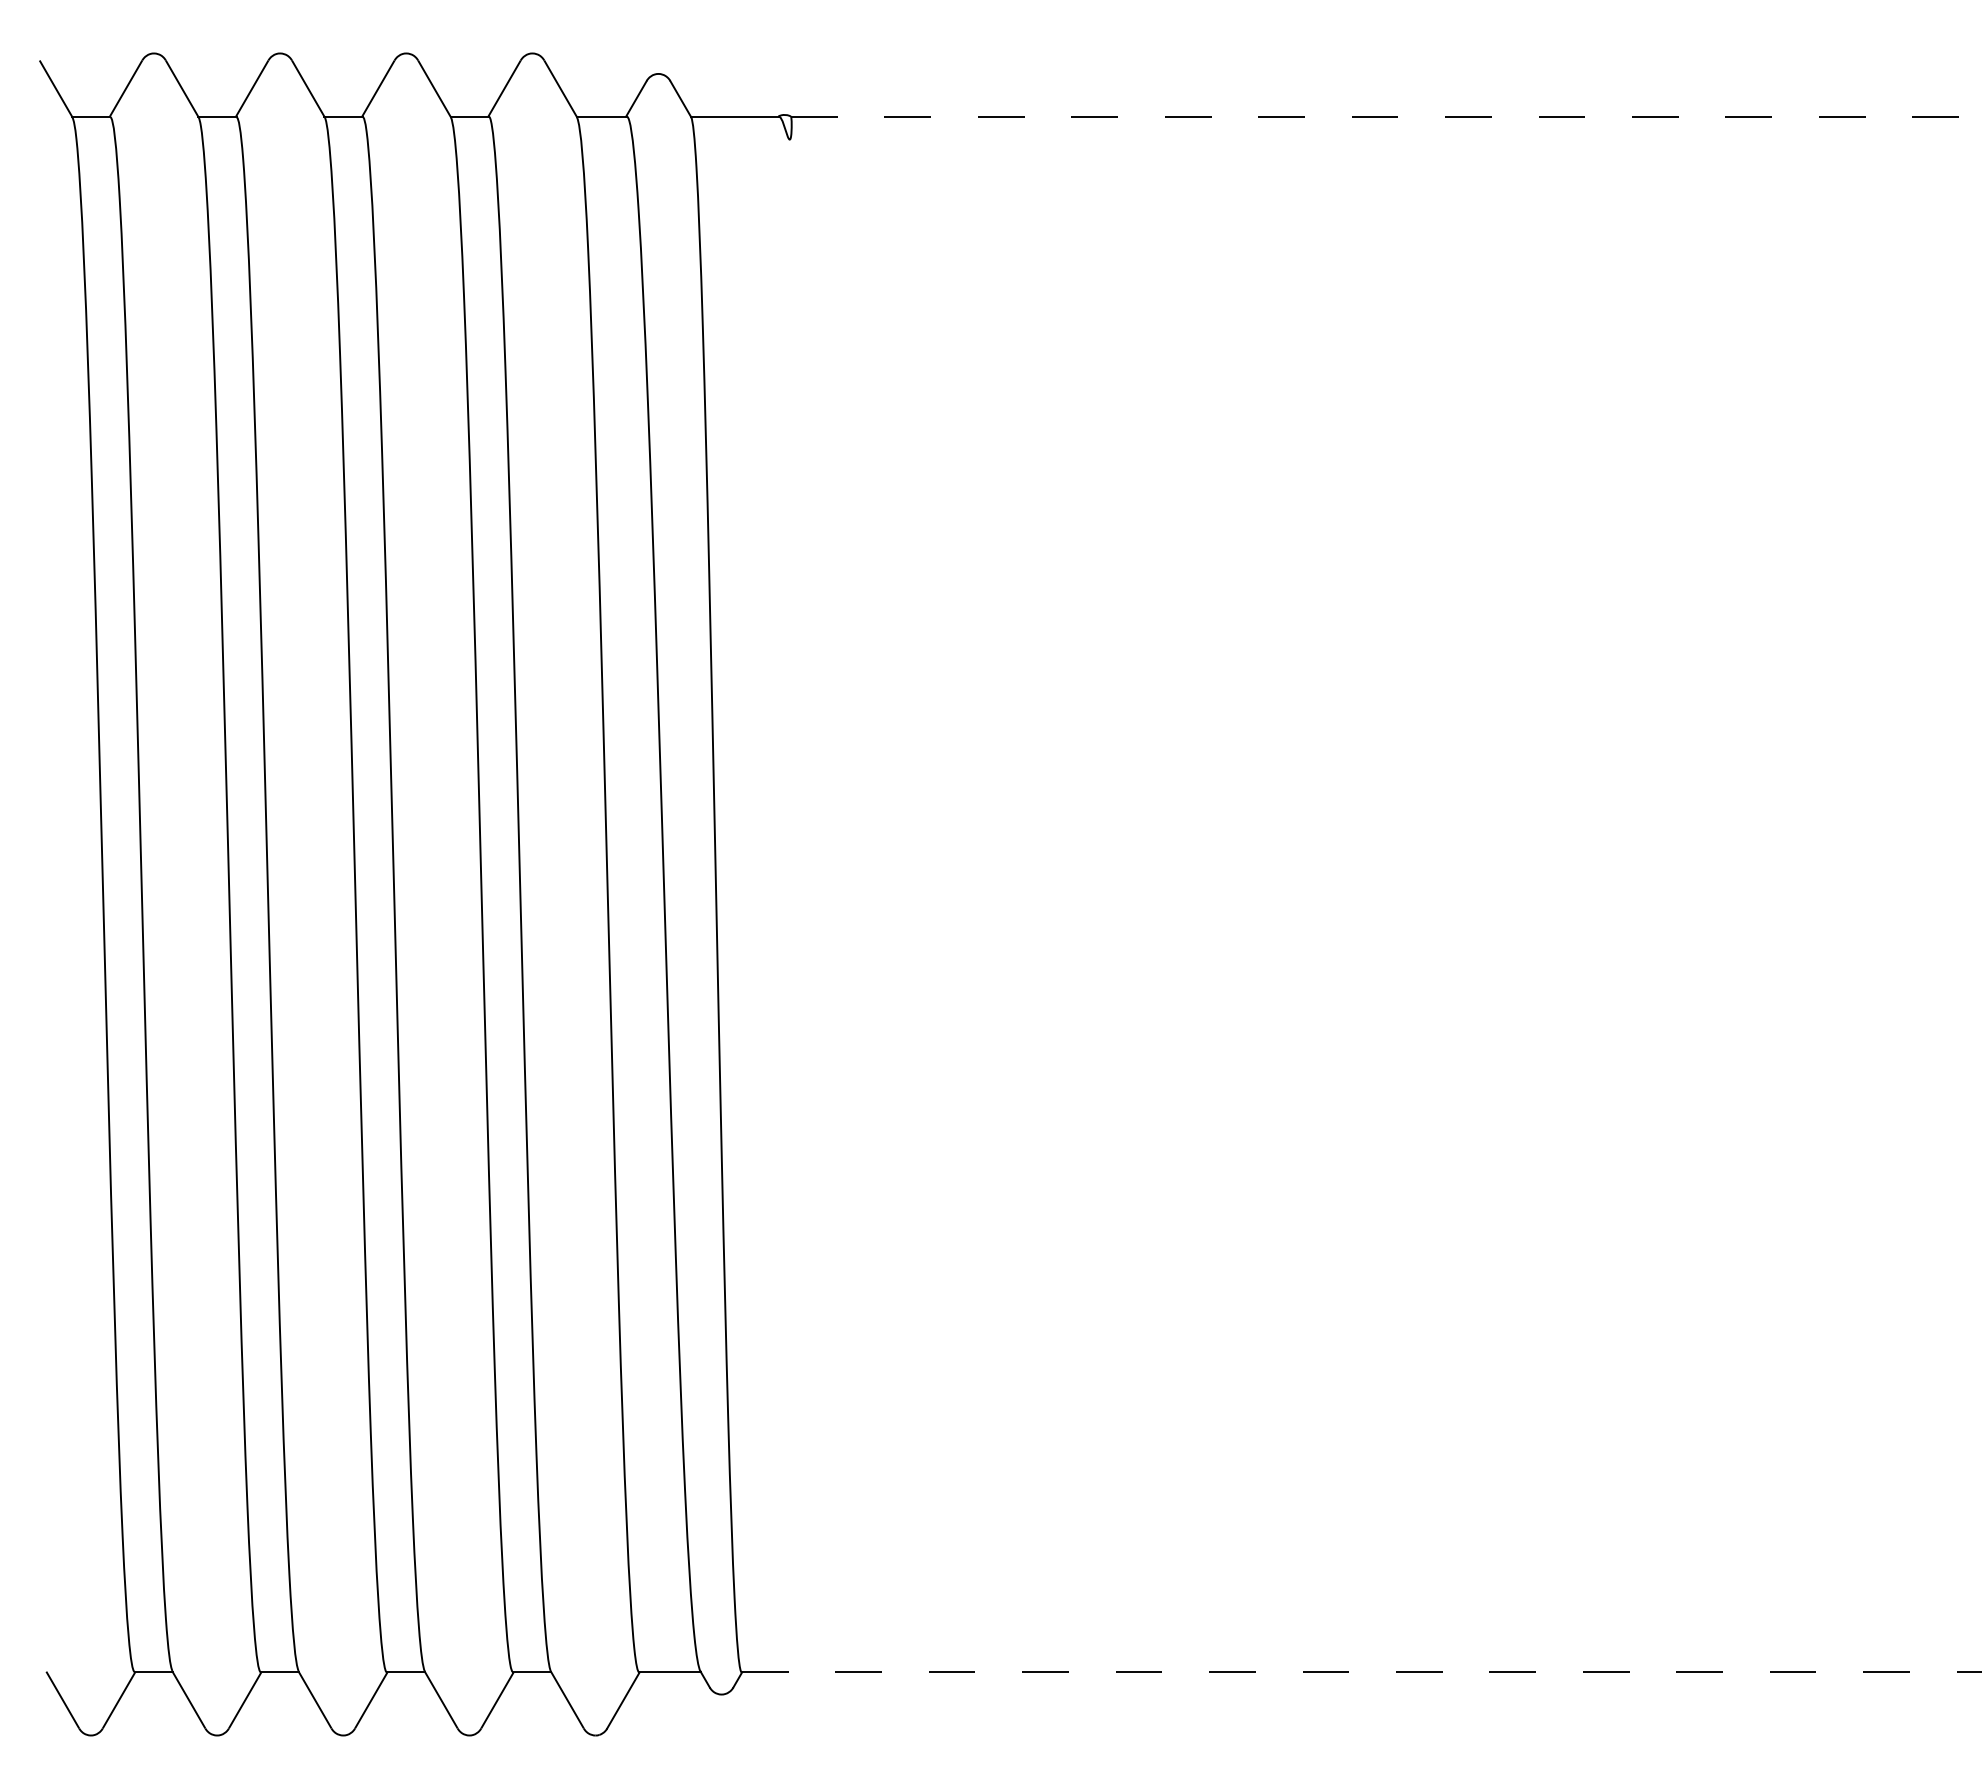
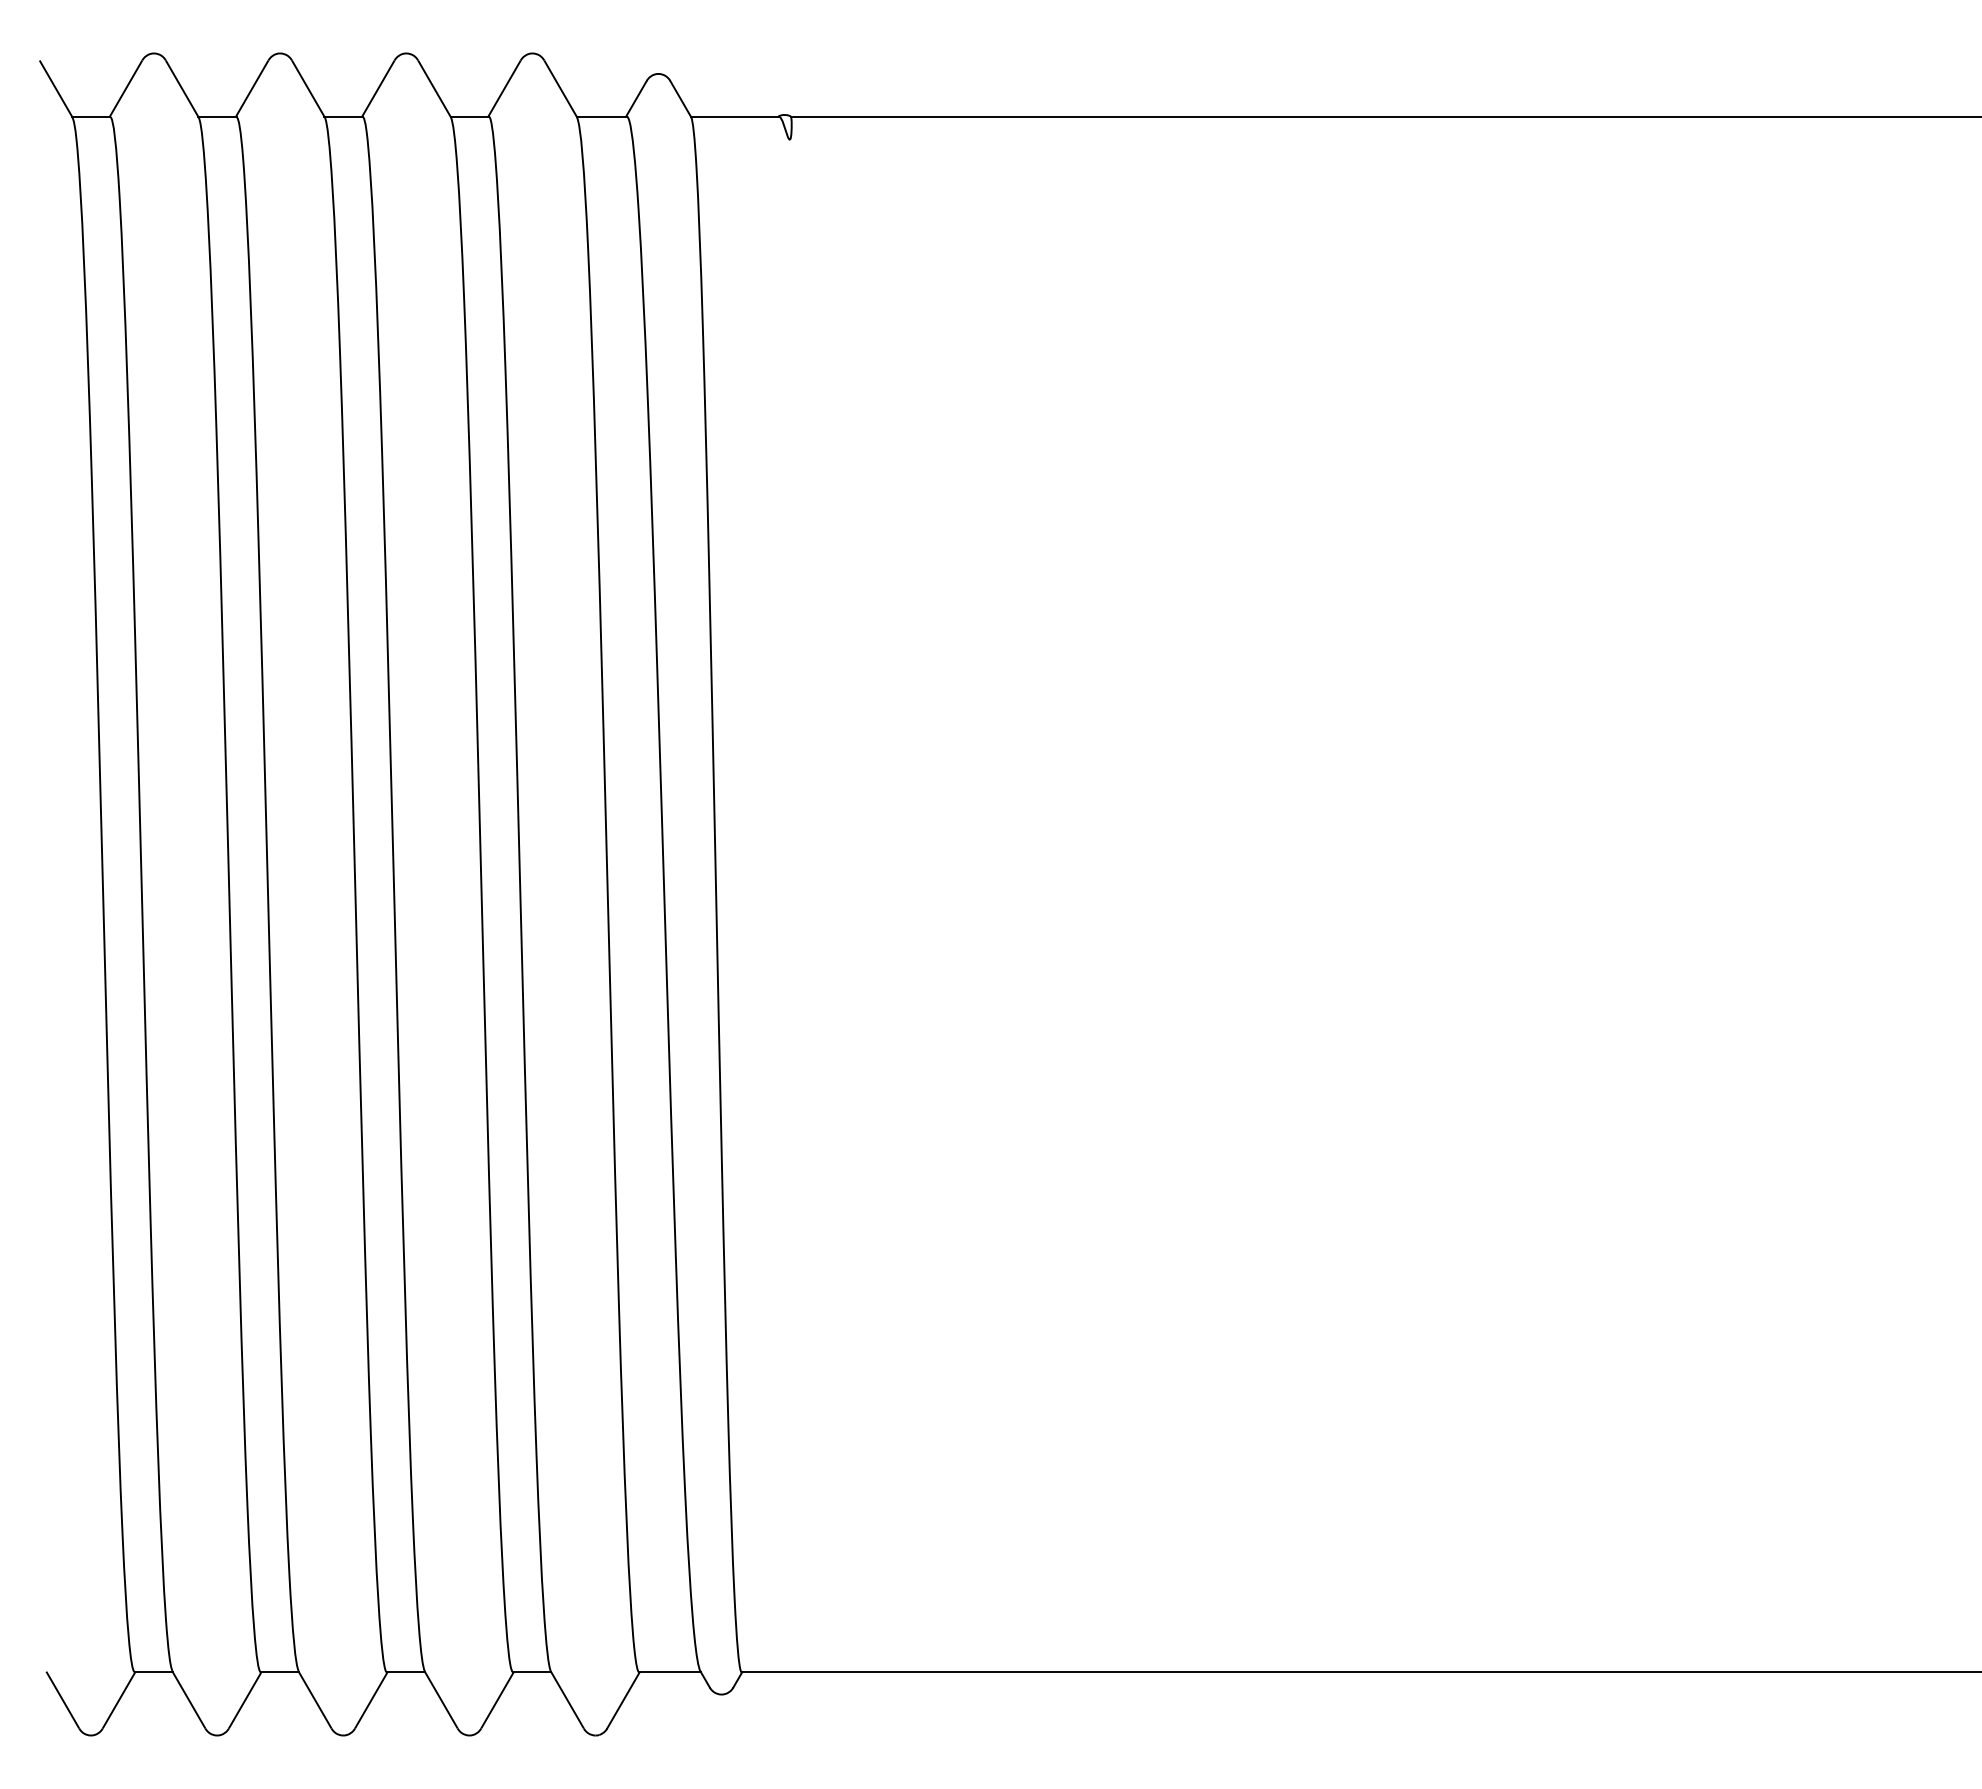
line at (1386, 116): dashed -> solid
line at (1361, 1672): dashed -> solid
